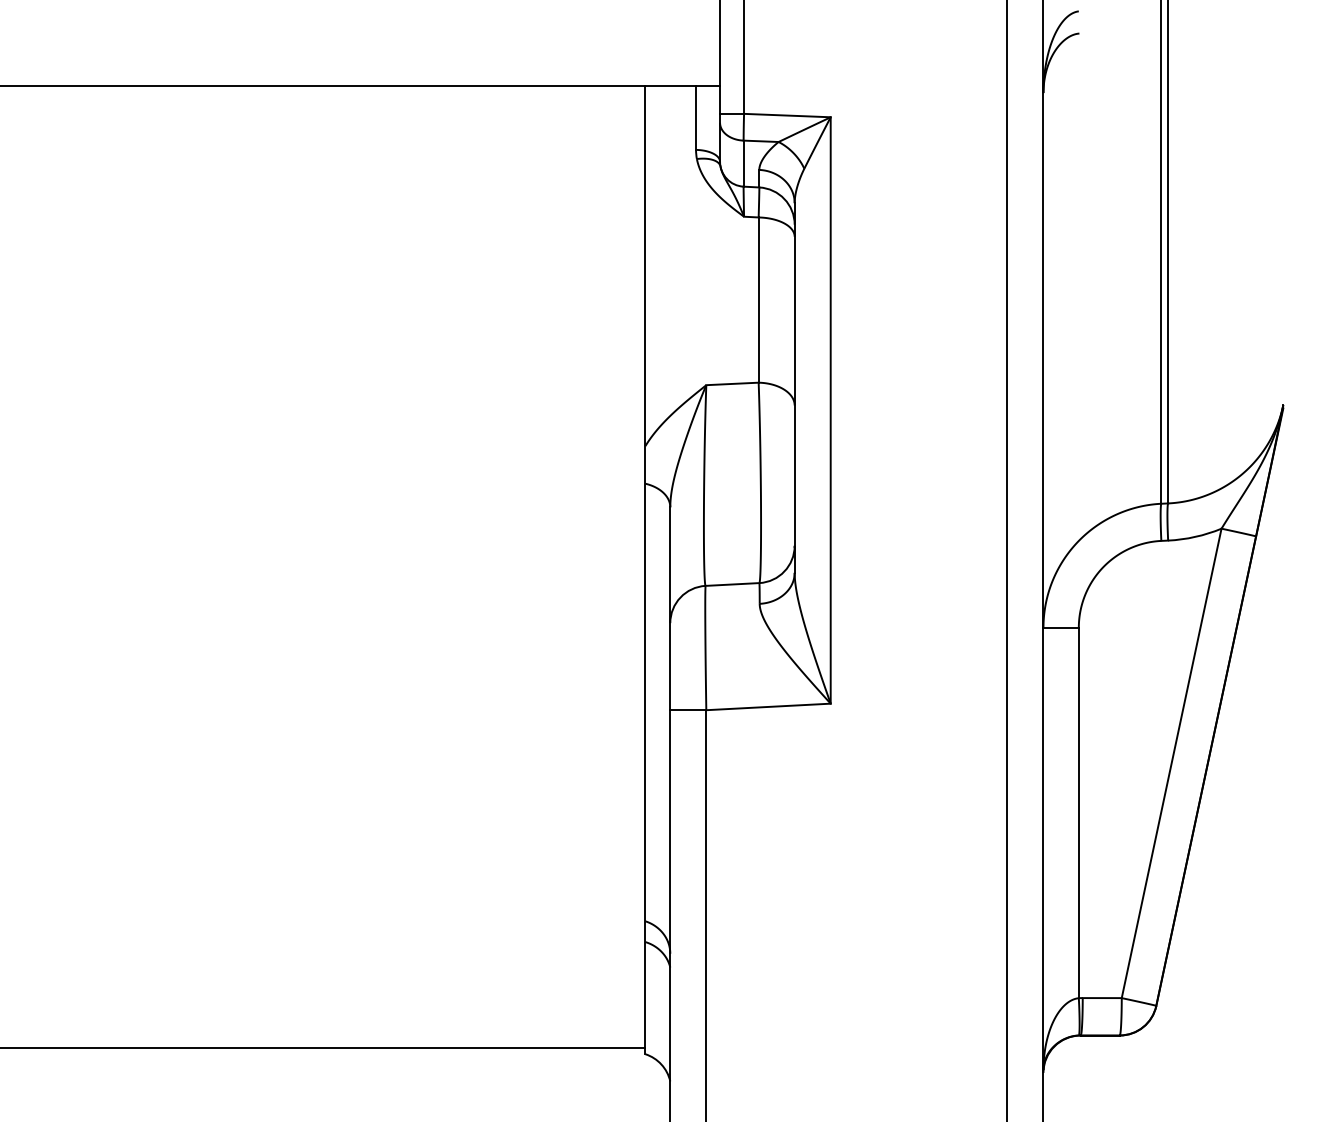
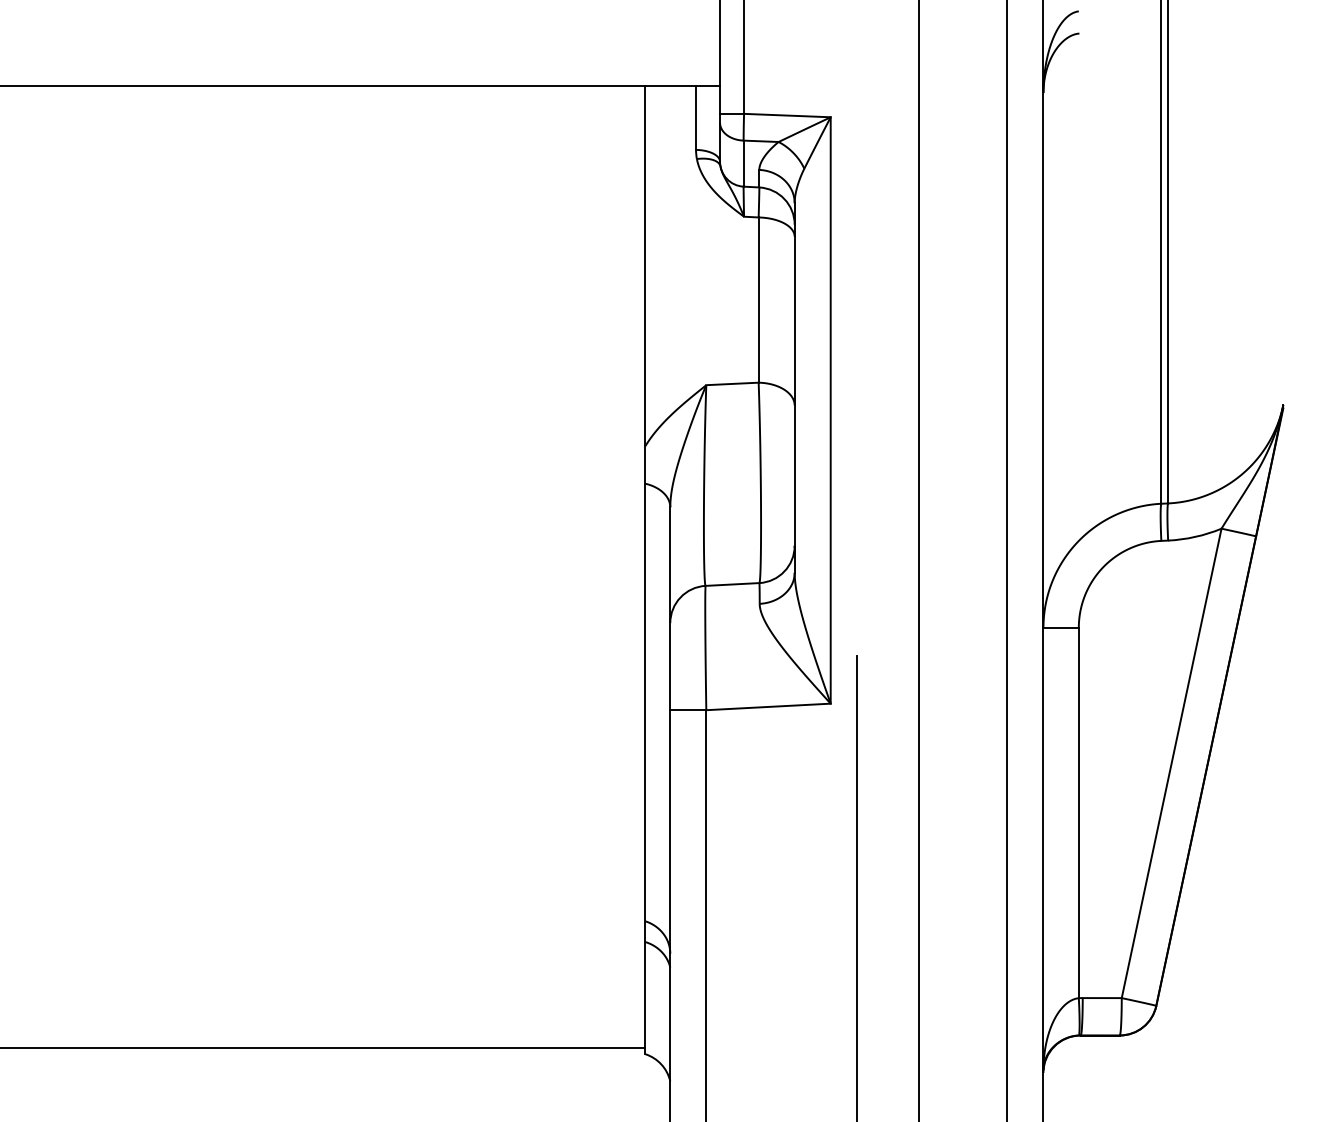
line at (919, 560): none -> present
line at (856, 887): none -> present
